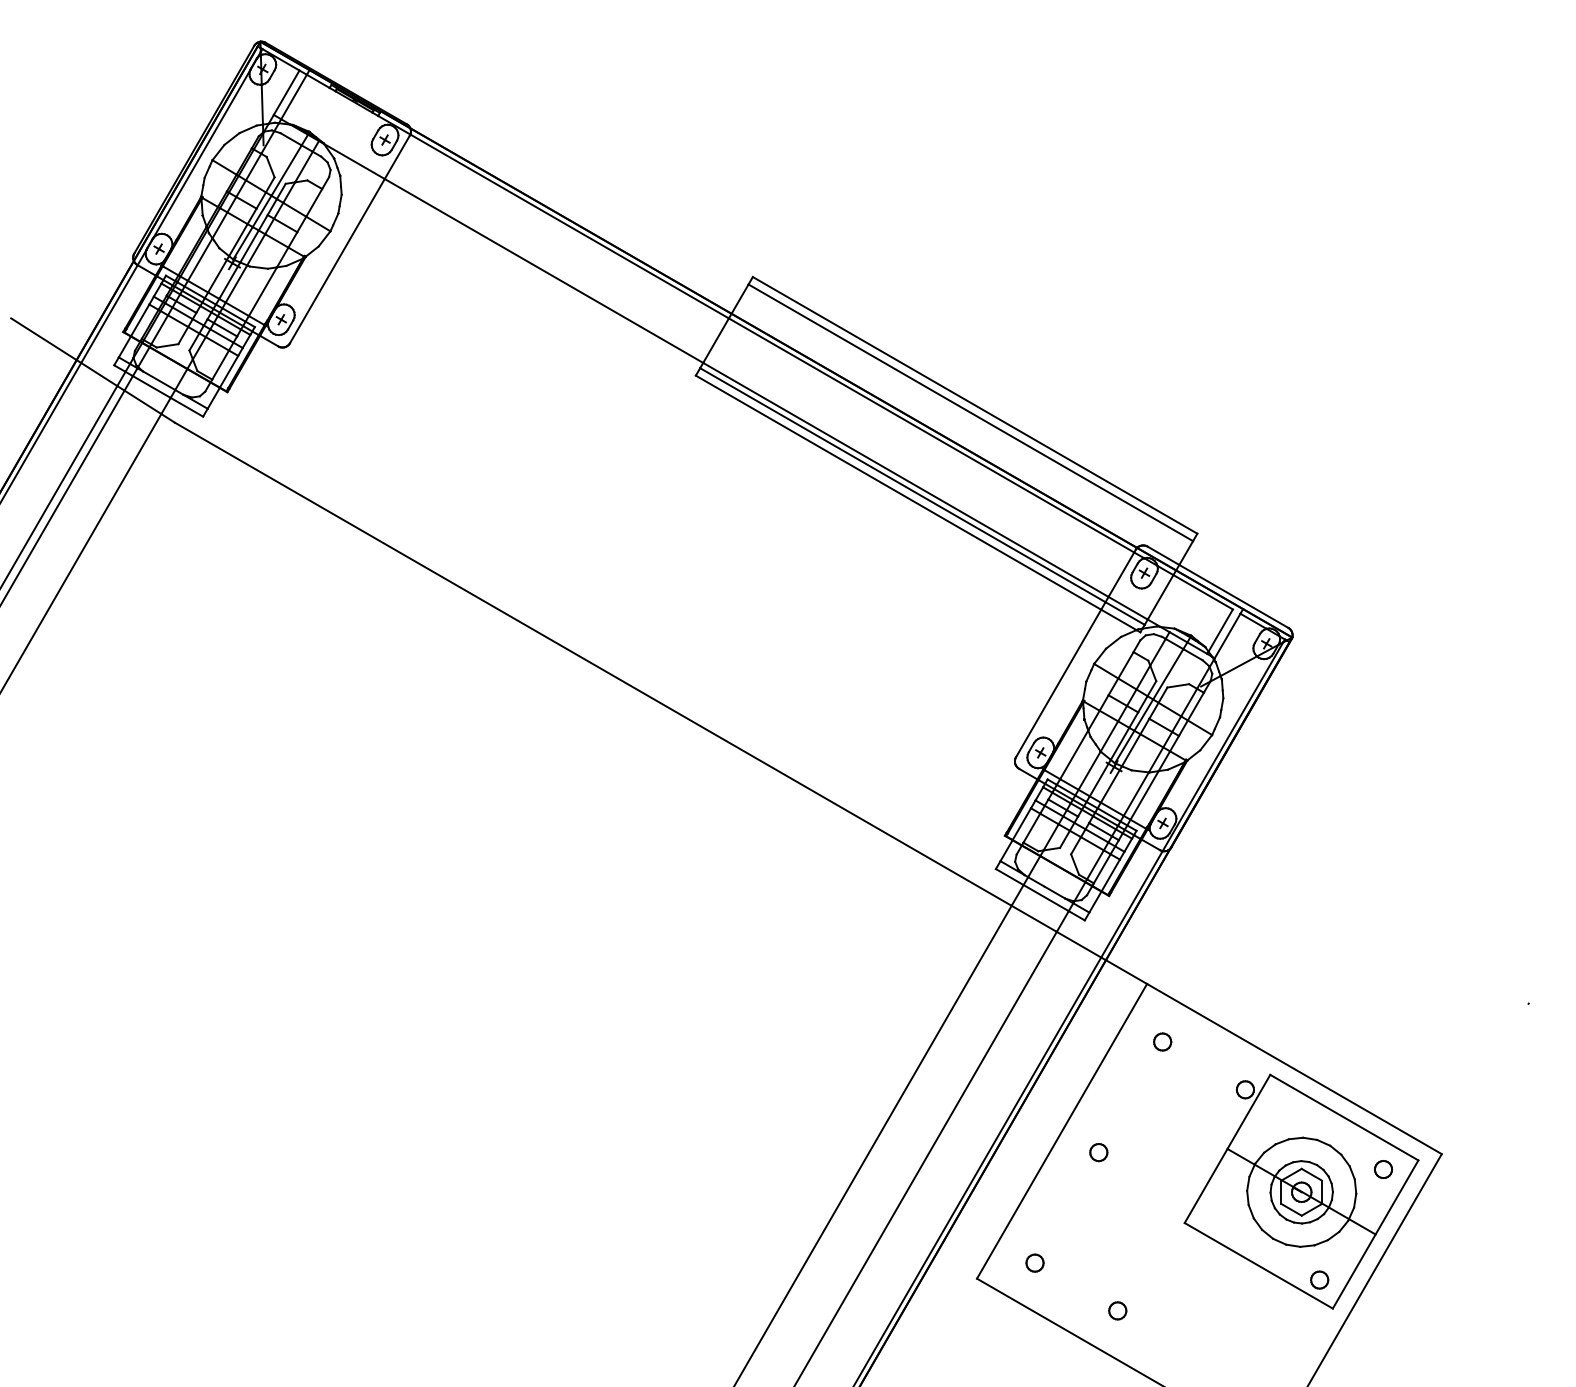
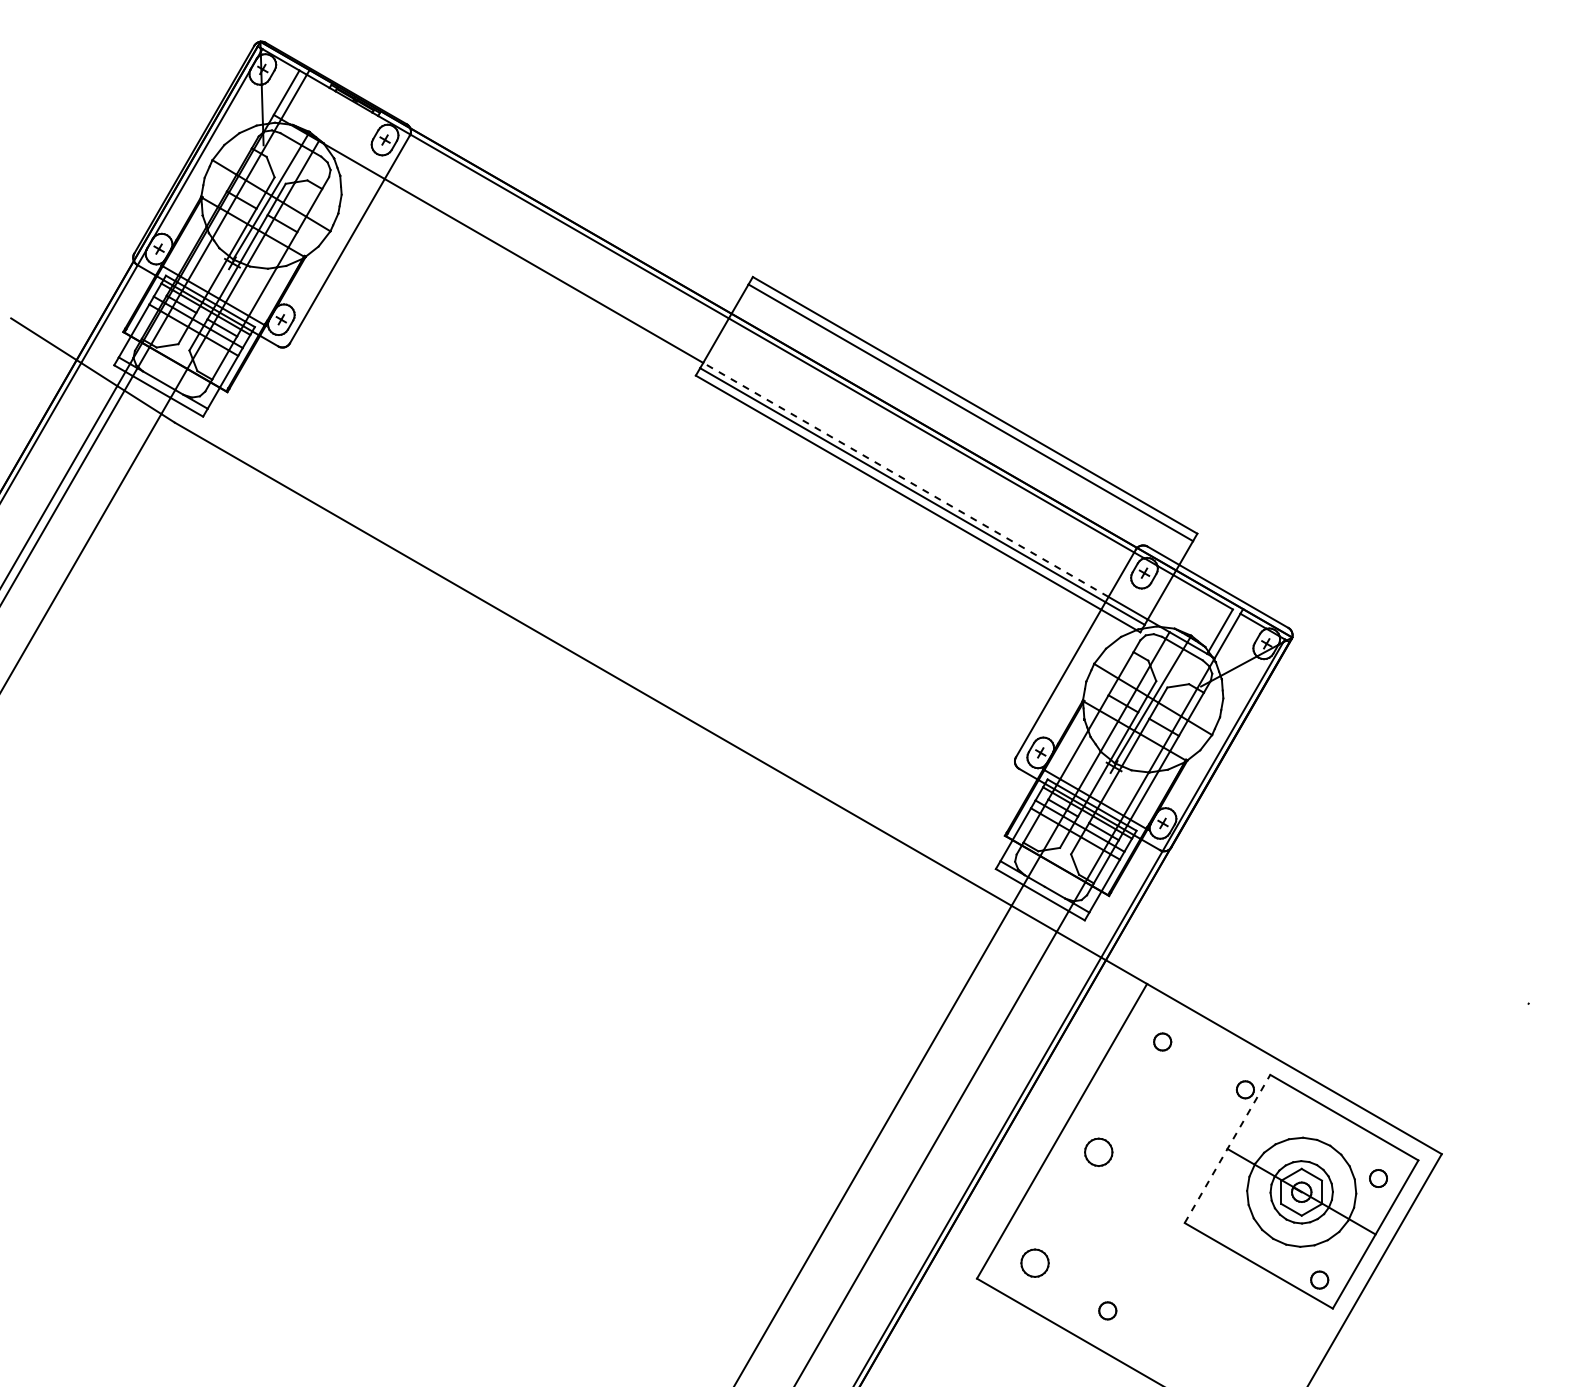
line at (905, 479): solid -> dashed
line at (1227, 1148): solid -> dashed
part at (1098, 1152) size: 20x20 px -> 30x30 px
part at (1383, 1169) position: (1383, 1169) -> (1378, 1178)
part at (1034, 1262) size: 20x20 px -> 30x30 px
part at (1117, 1310) position: (1117, 1310) -> (1107, 1310)
